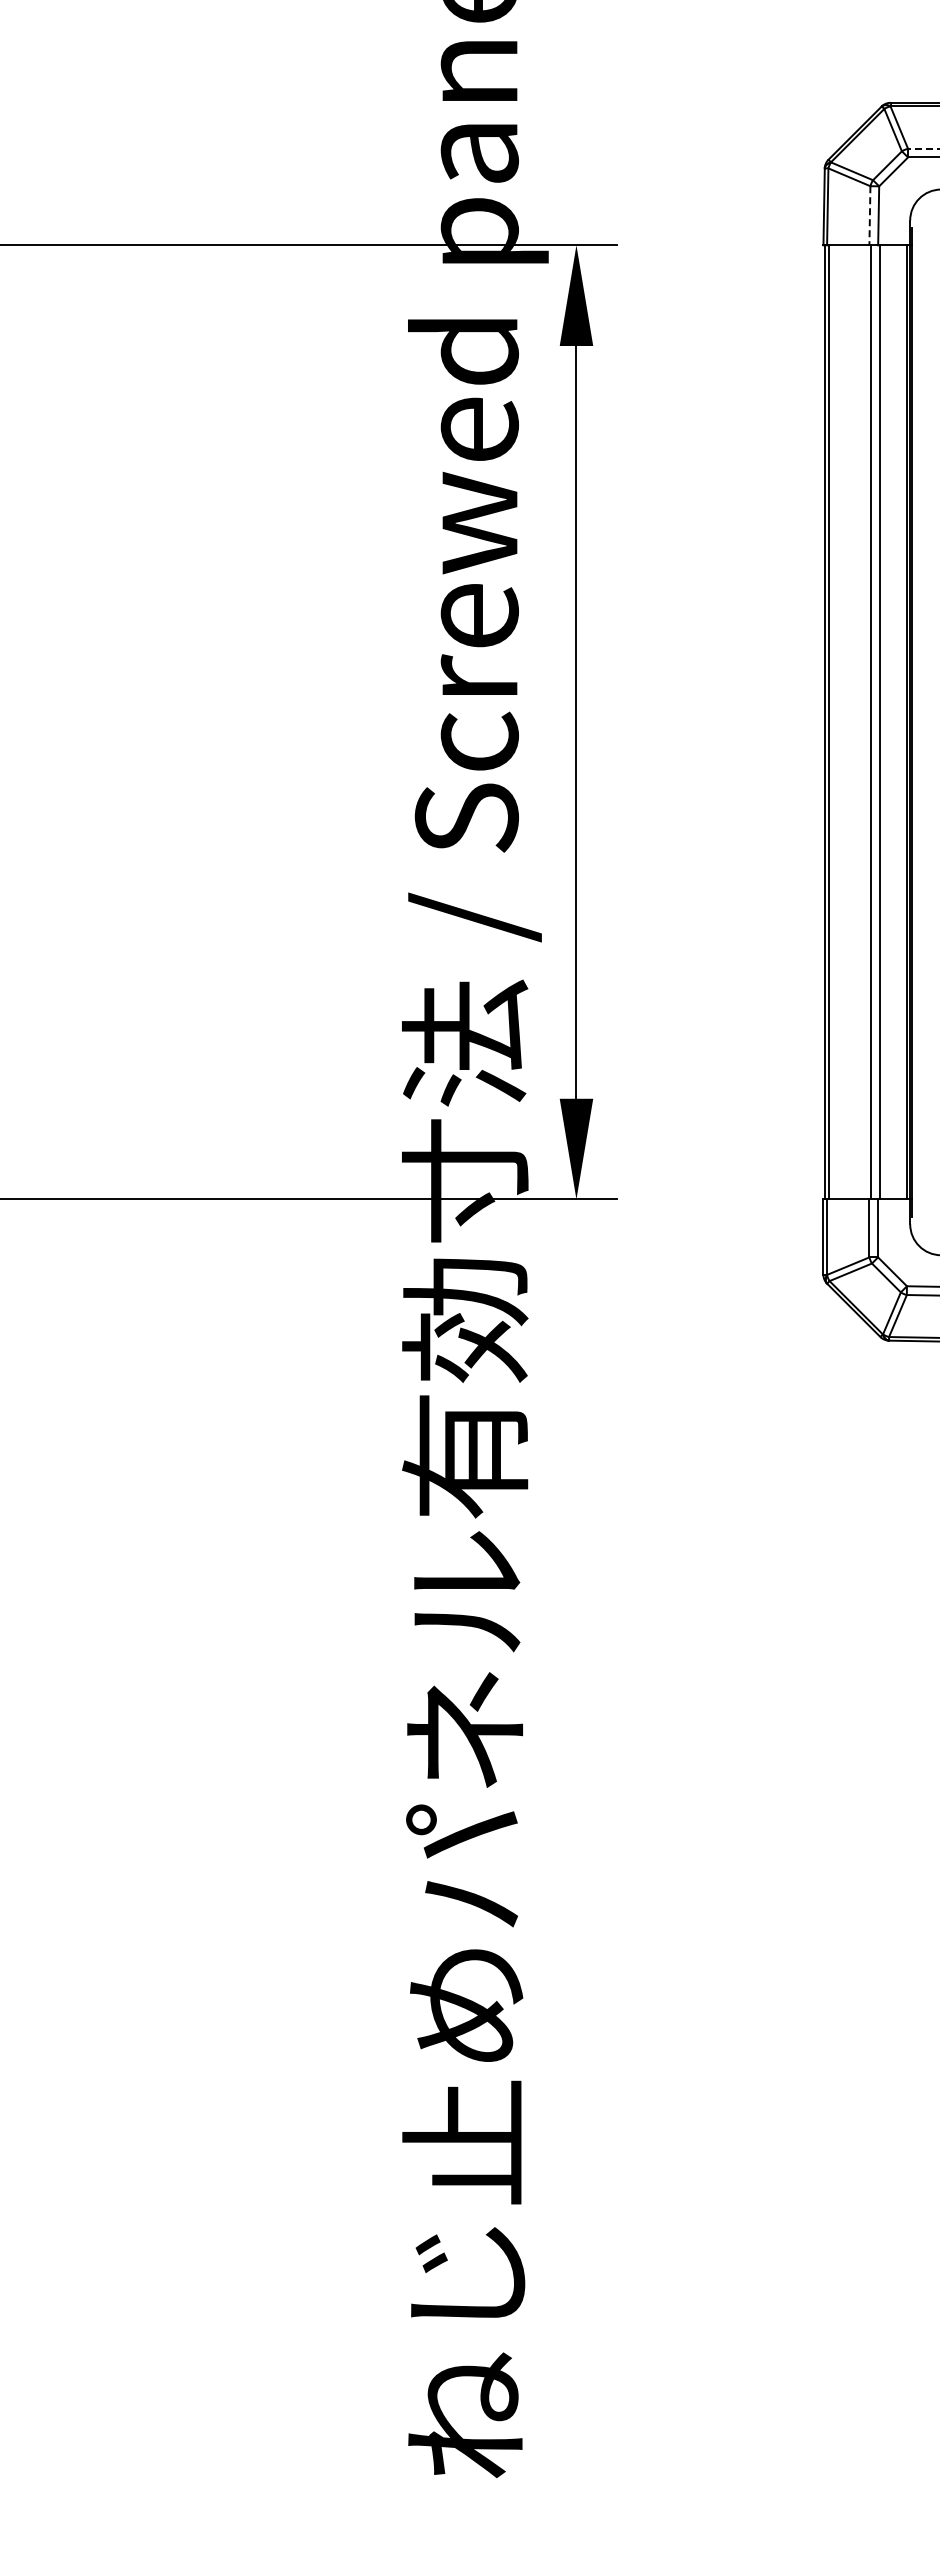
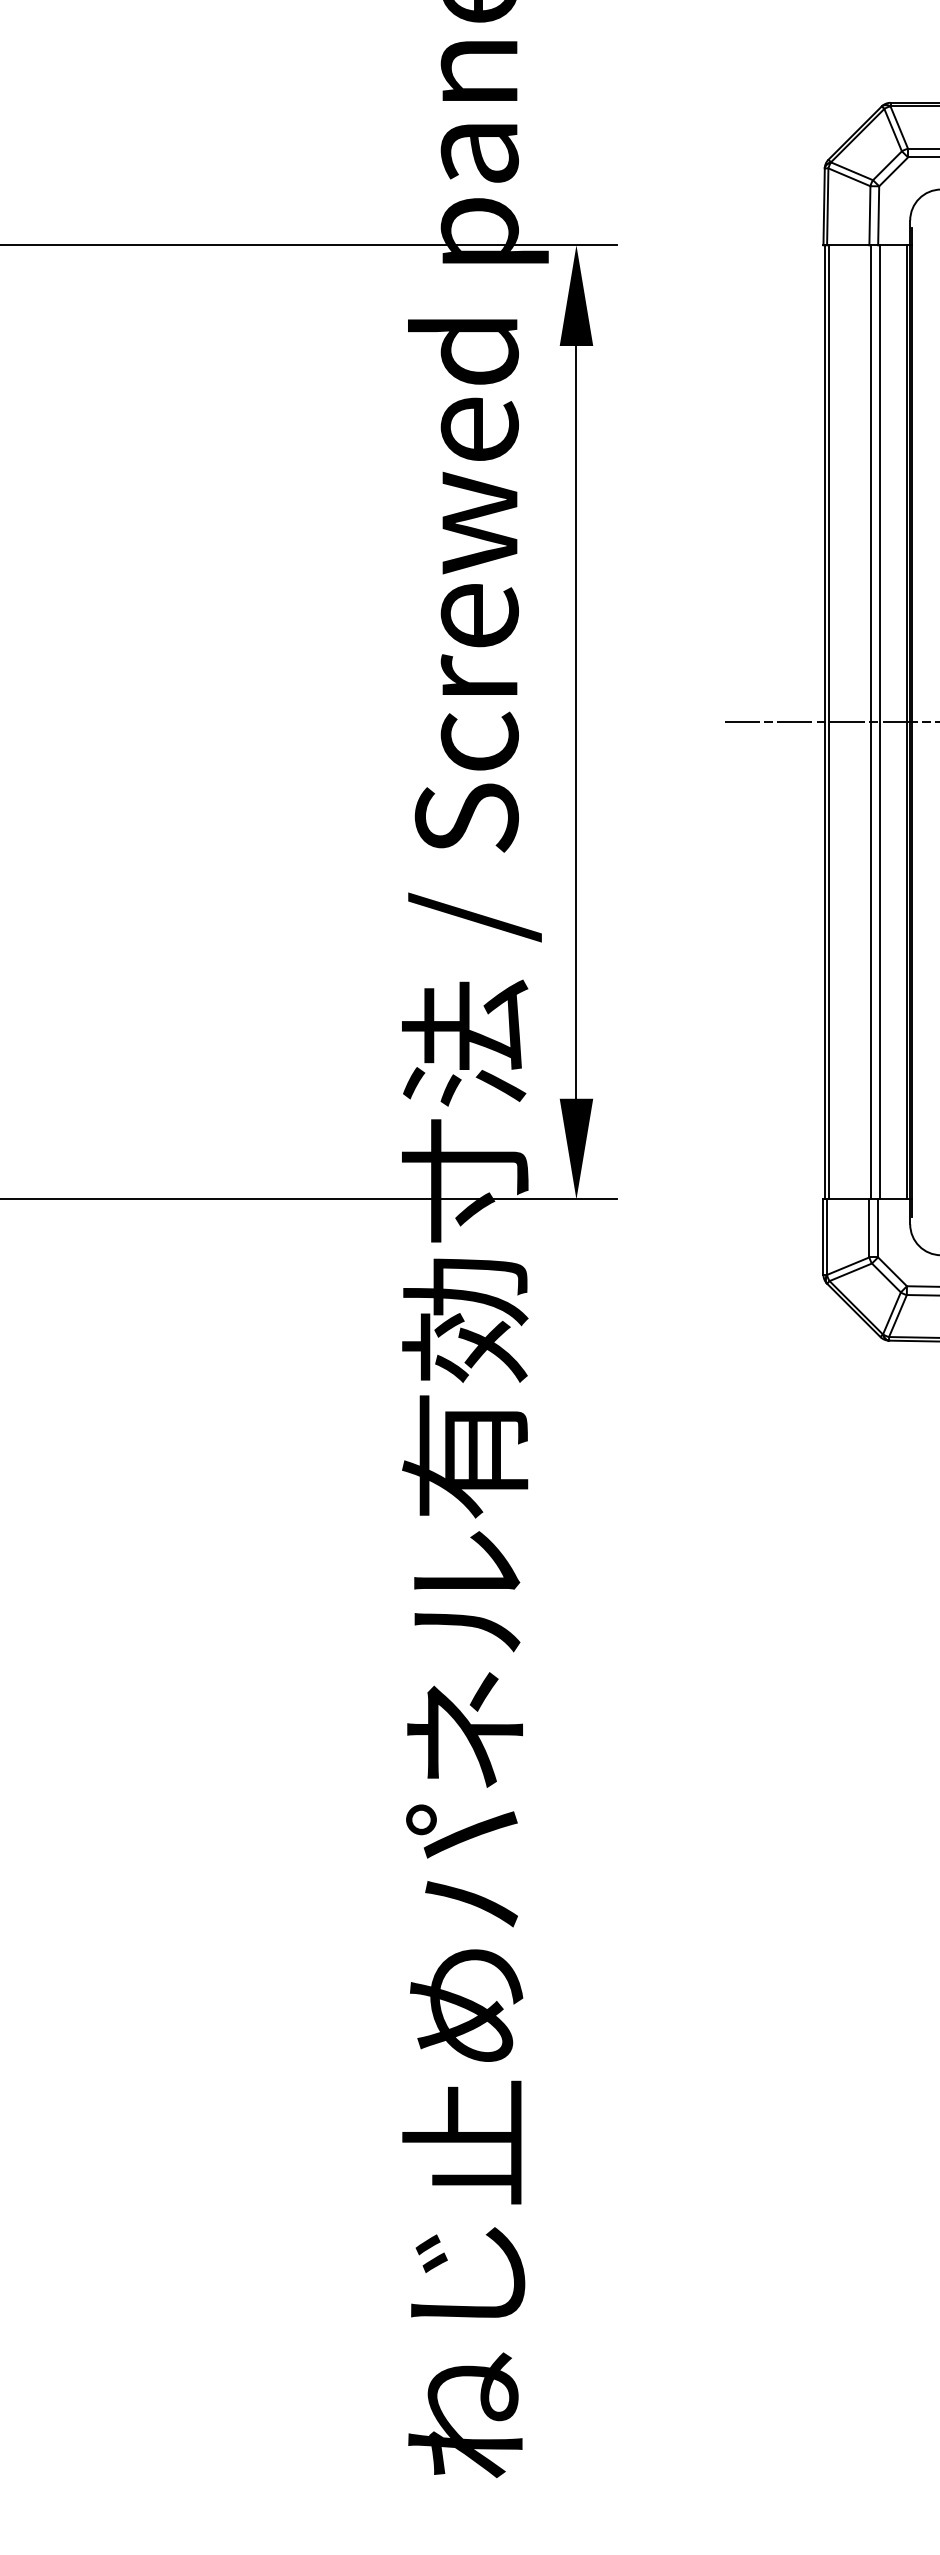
line at (923, 148): dashed -> solid
line at (869, 215): dashed -> solid
line at (830, 722): none -> present
